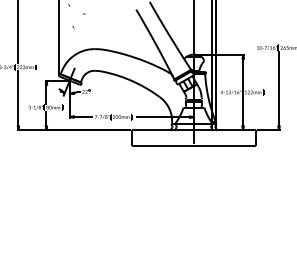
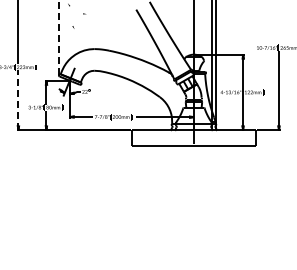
line at (58, 37): solid -> dashed
line at (18, 99): solid -> dashed
